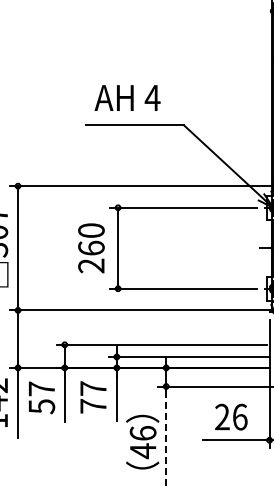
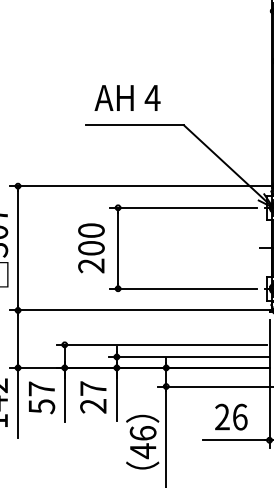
text at (91, 247): 260 -> 200
text at (93, 406): 77 -> 27
line at (166, 440): dashed -> solid
